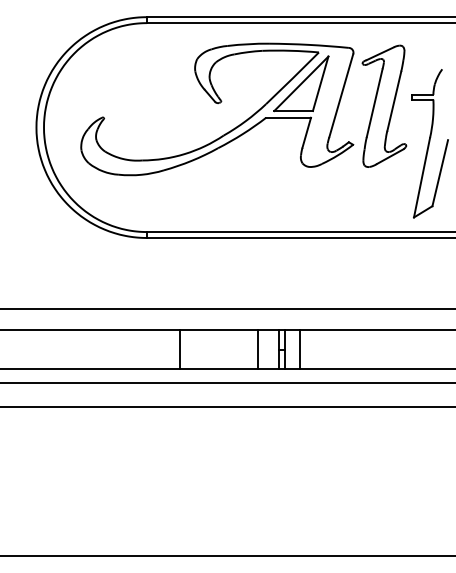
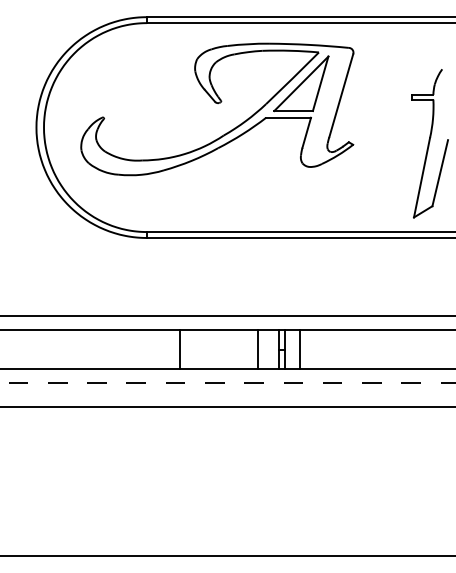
part at (384, 105): present -> none
line at (227, 308) position: (227, 308) -> (227, 315)
line at (228, 383): solid -> dashed
